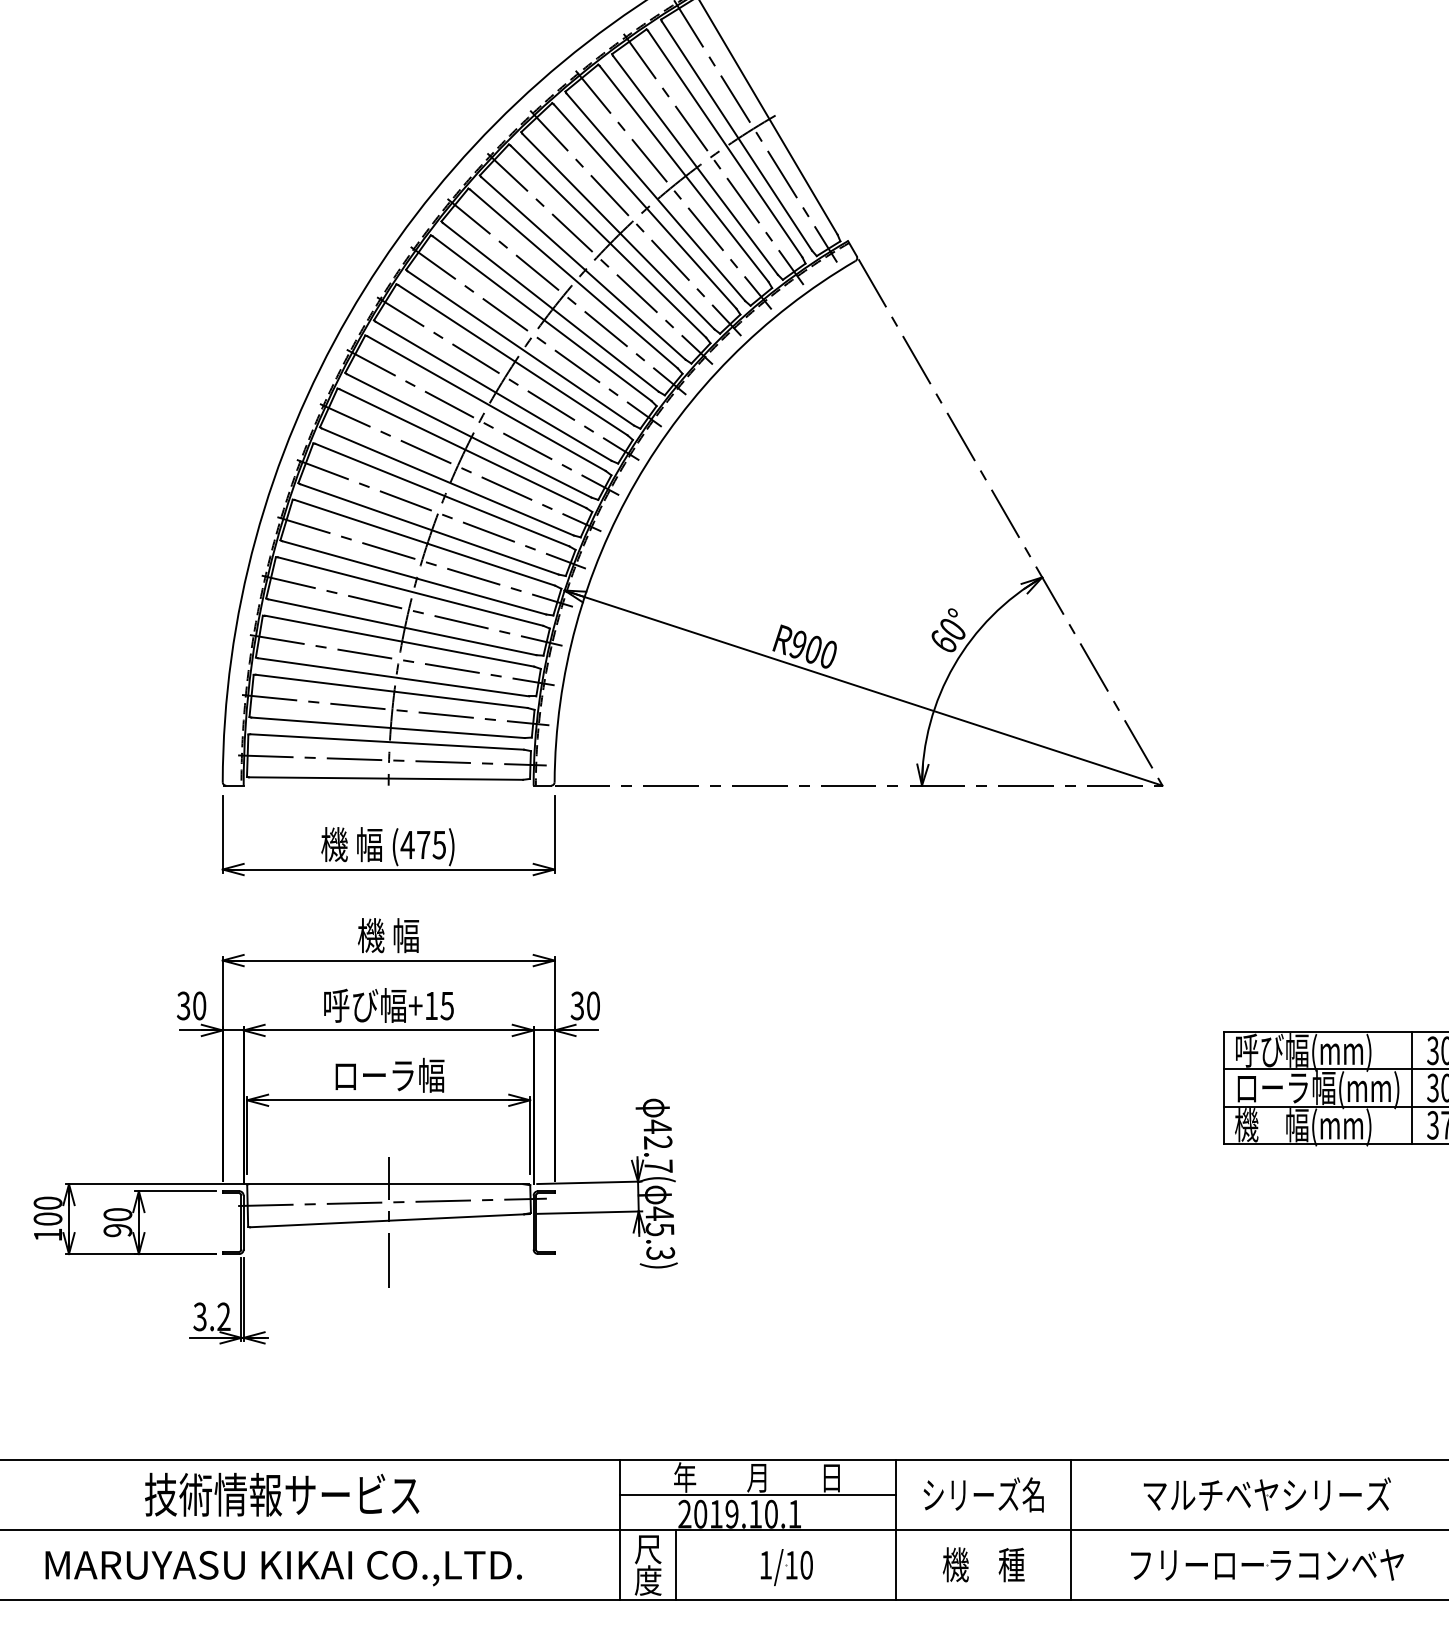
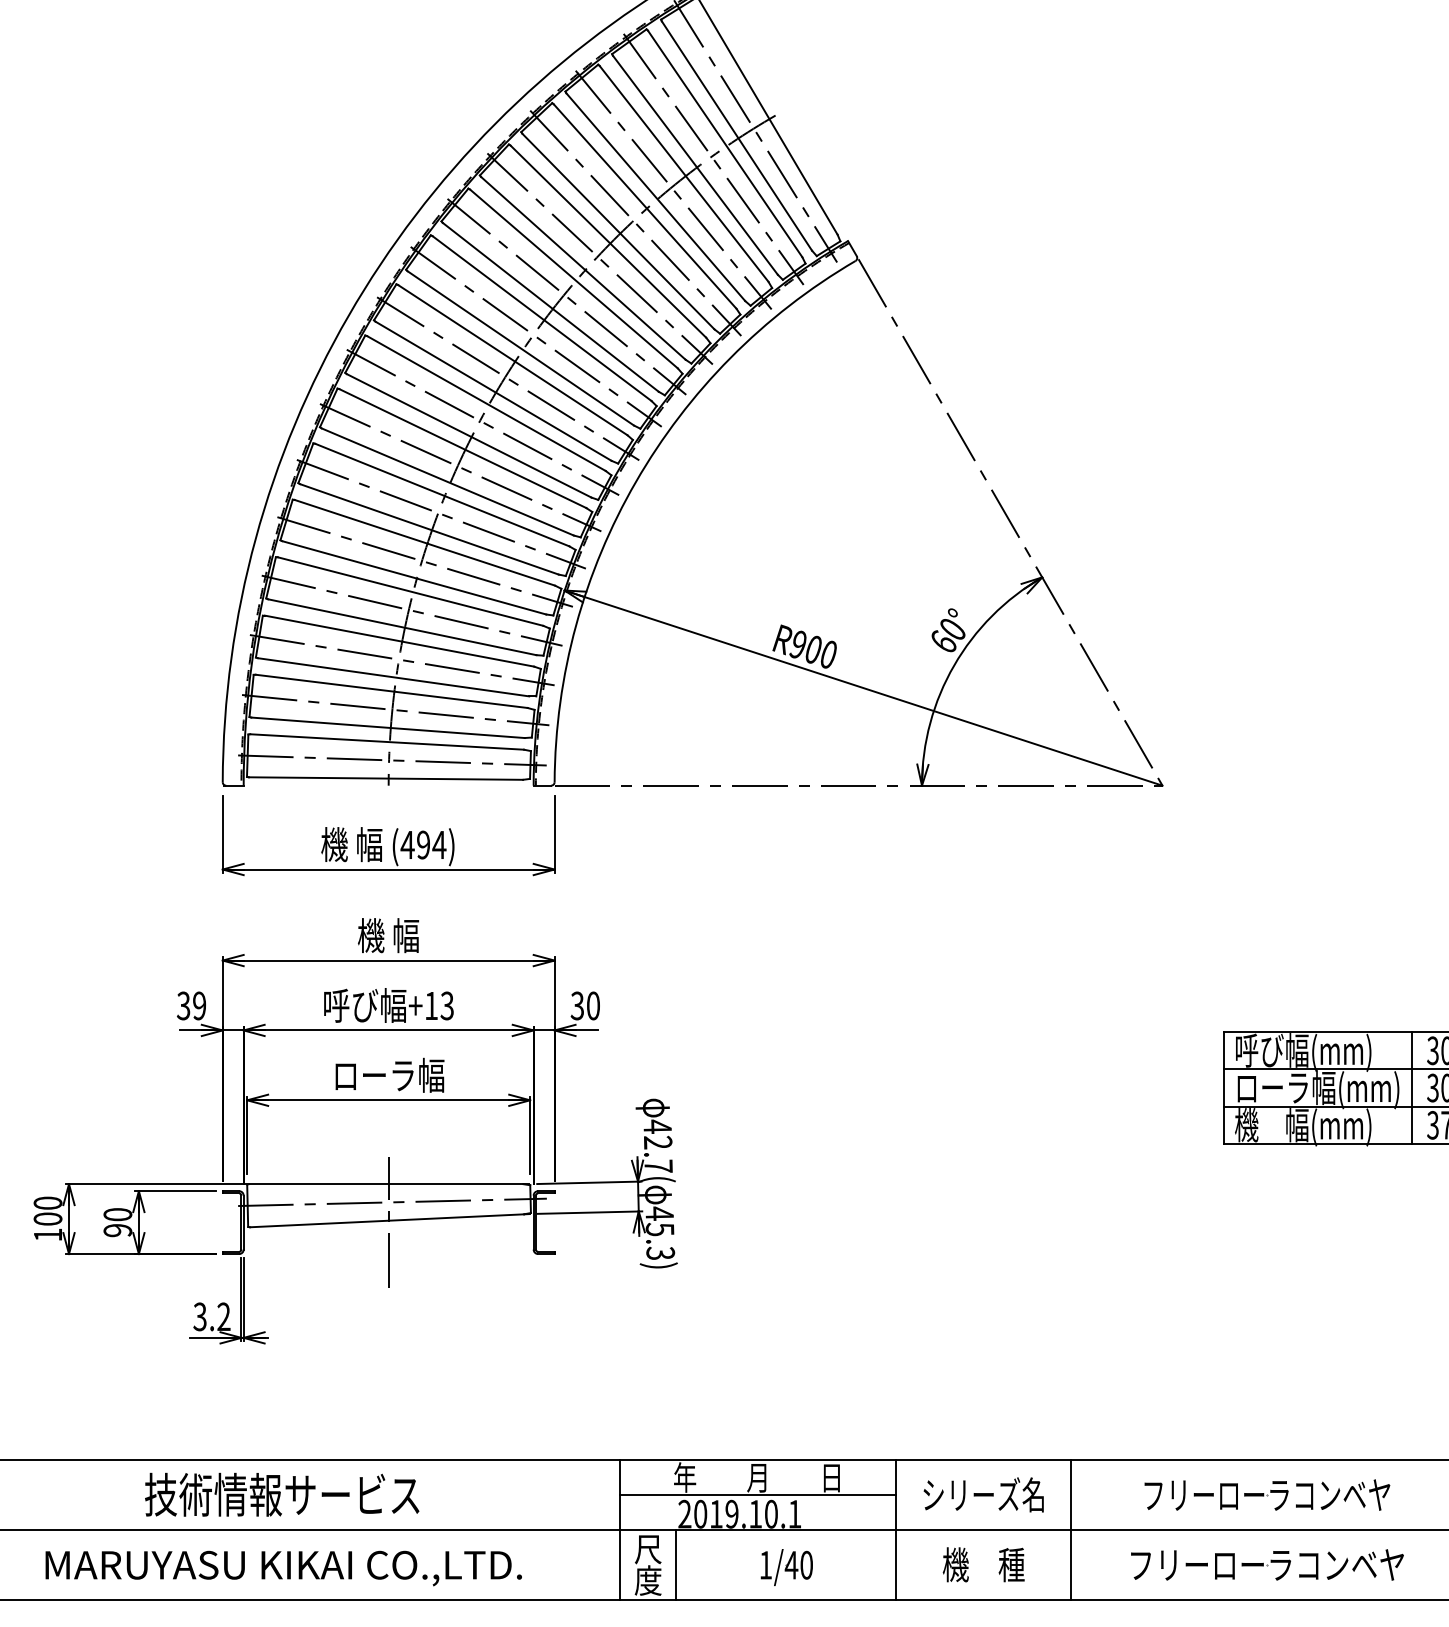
text at (431, 844): (475) -> (494)
text at (199, 1005): 30 -> 39
text at (447, 1005): +15 -> +13
text at (1266, 1493): マルチベヤシリーズ -> フリーローラコンベヤ
text at (791, 1565): 1/10 -> 1/40
